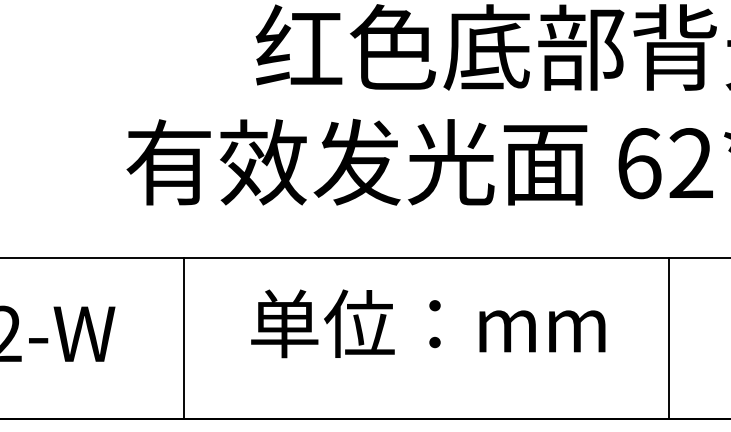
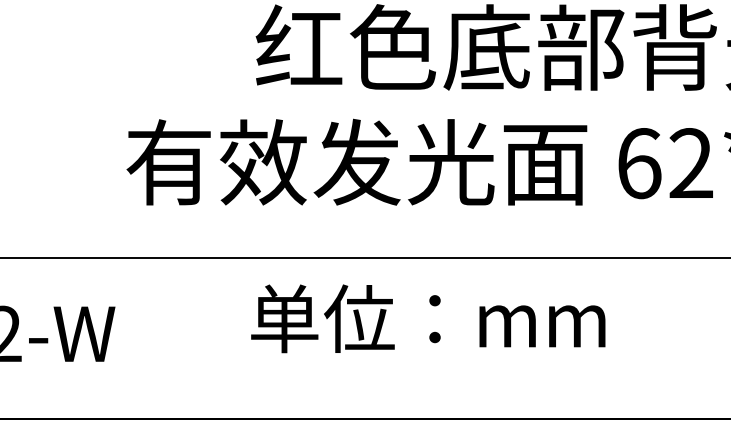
text at (428, 323) position: (428, 323) -> (428, 318)
line at (183, 338): present -> none
line at (669, 338): present -> none
